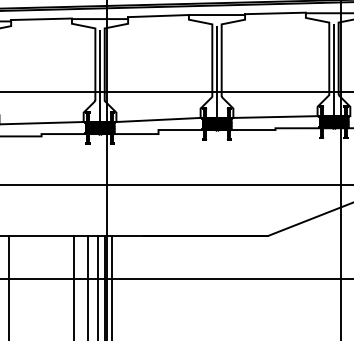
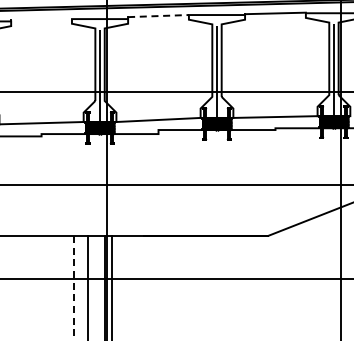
line at (159, 16): solid -> dashed
line at (41, 19): present -> none
line at (8, 286): present -> none
line at (97, 286): present -> none
line at (74, 288): solid -> dashed
